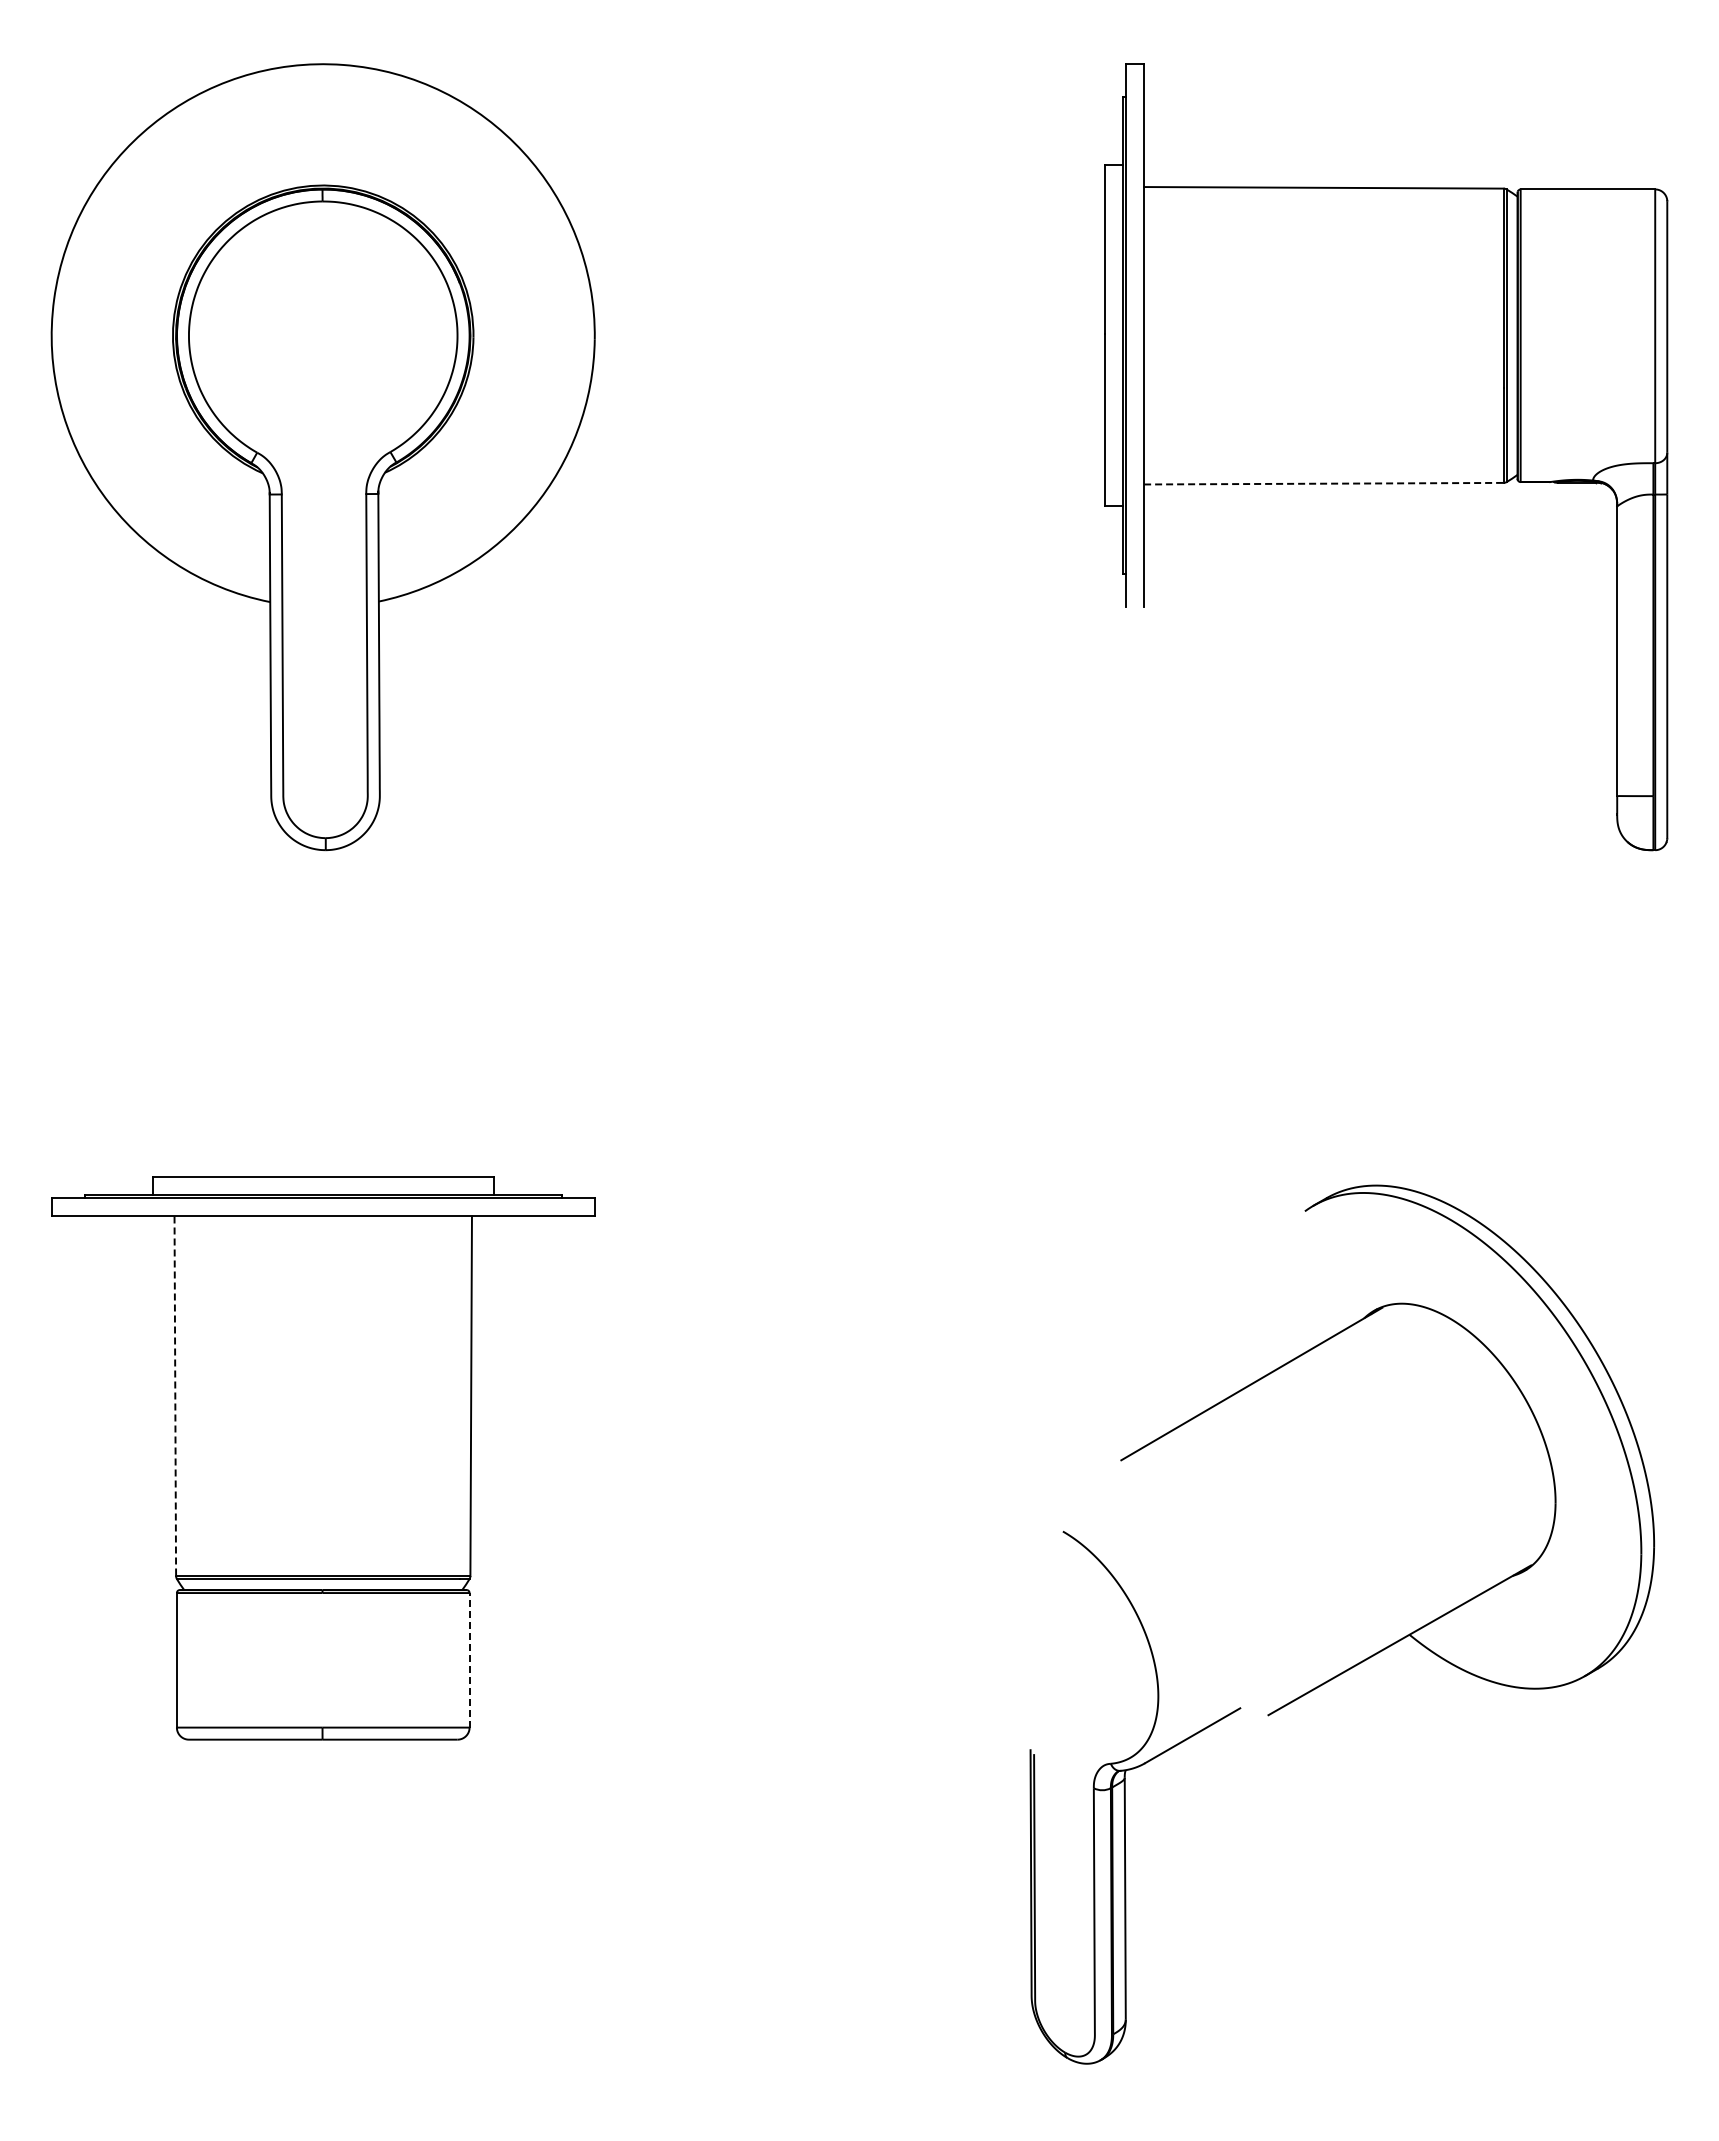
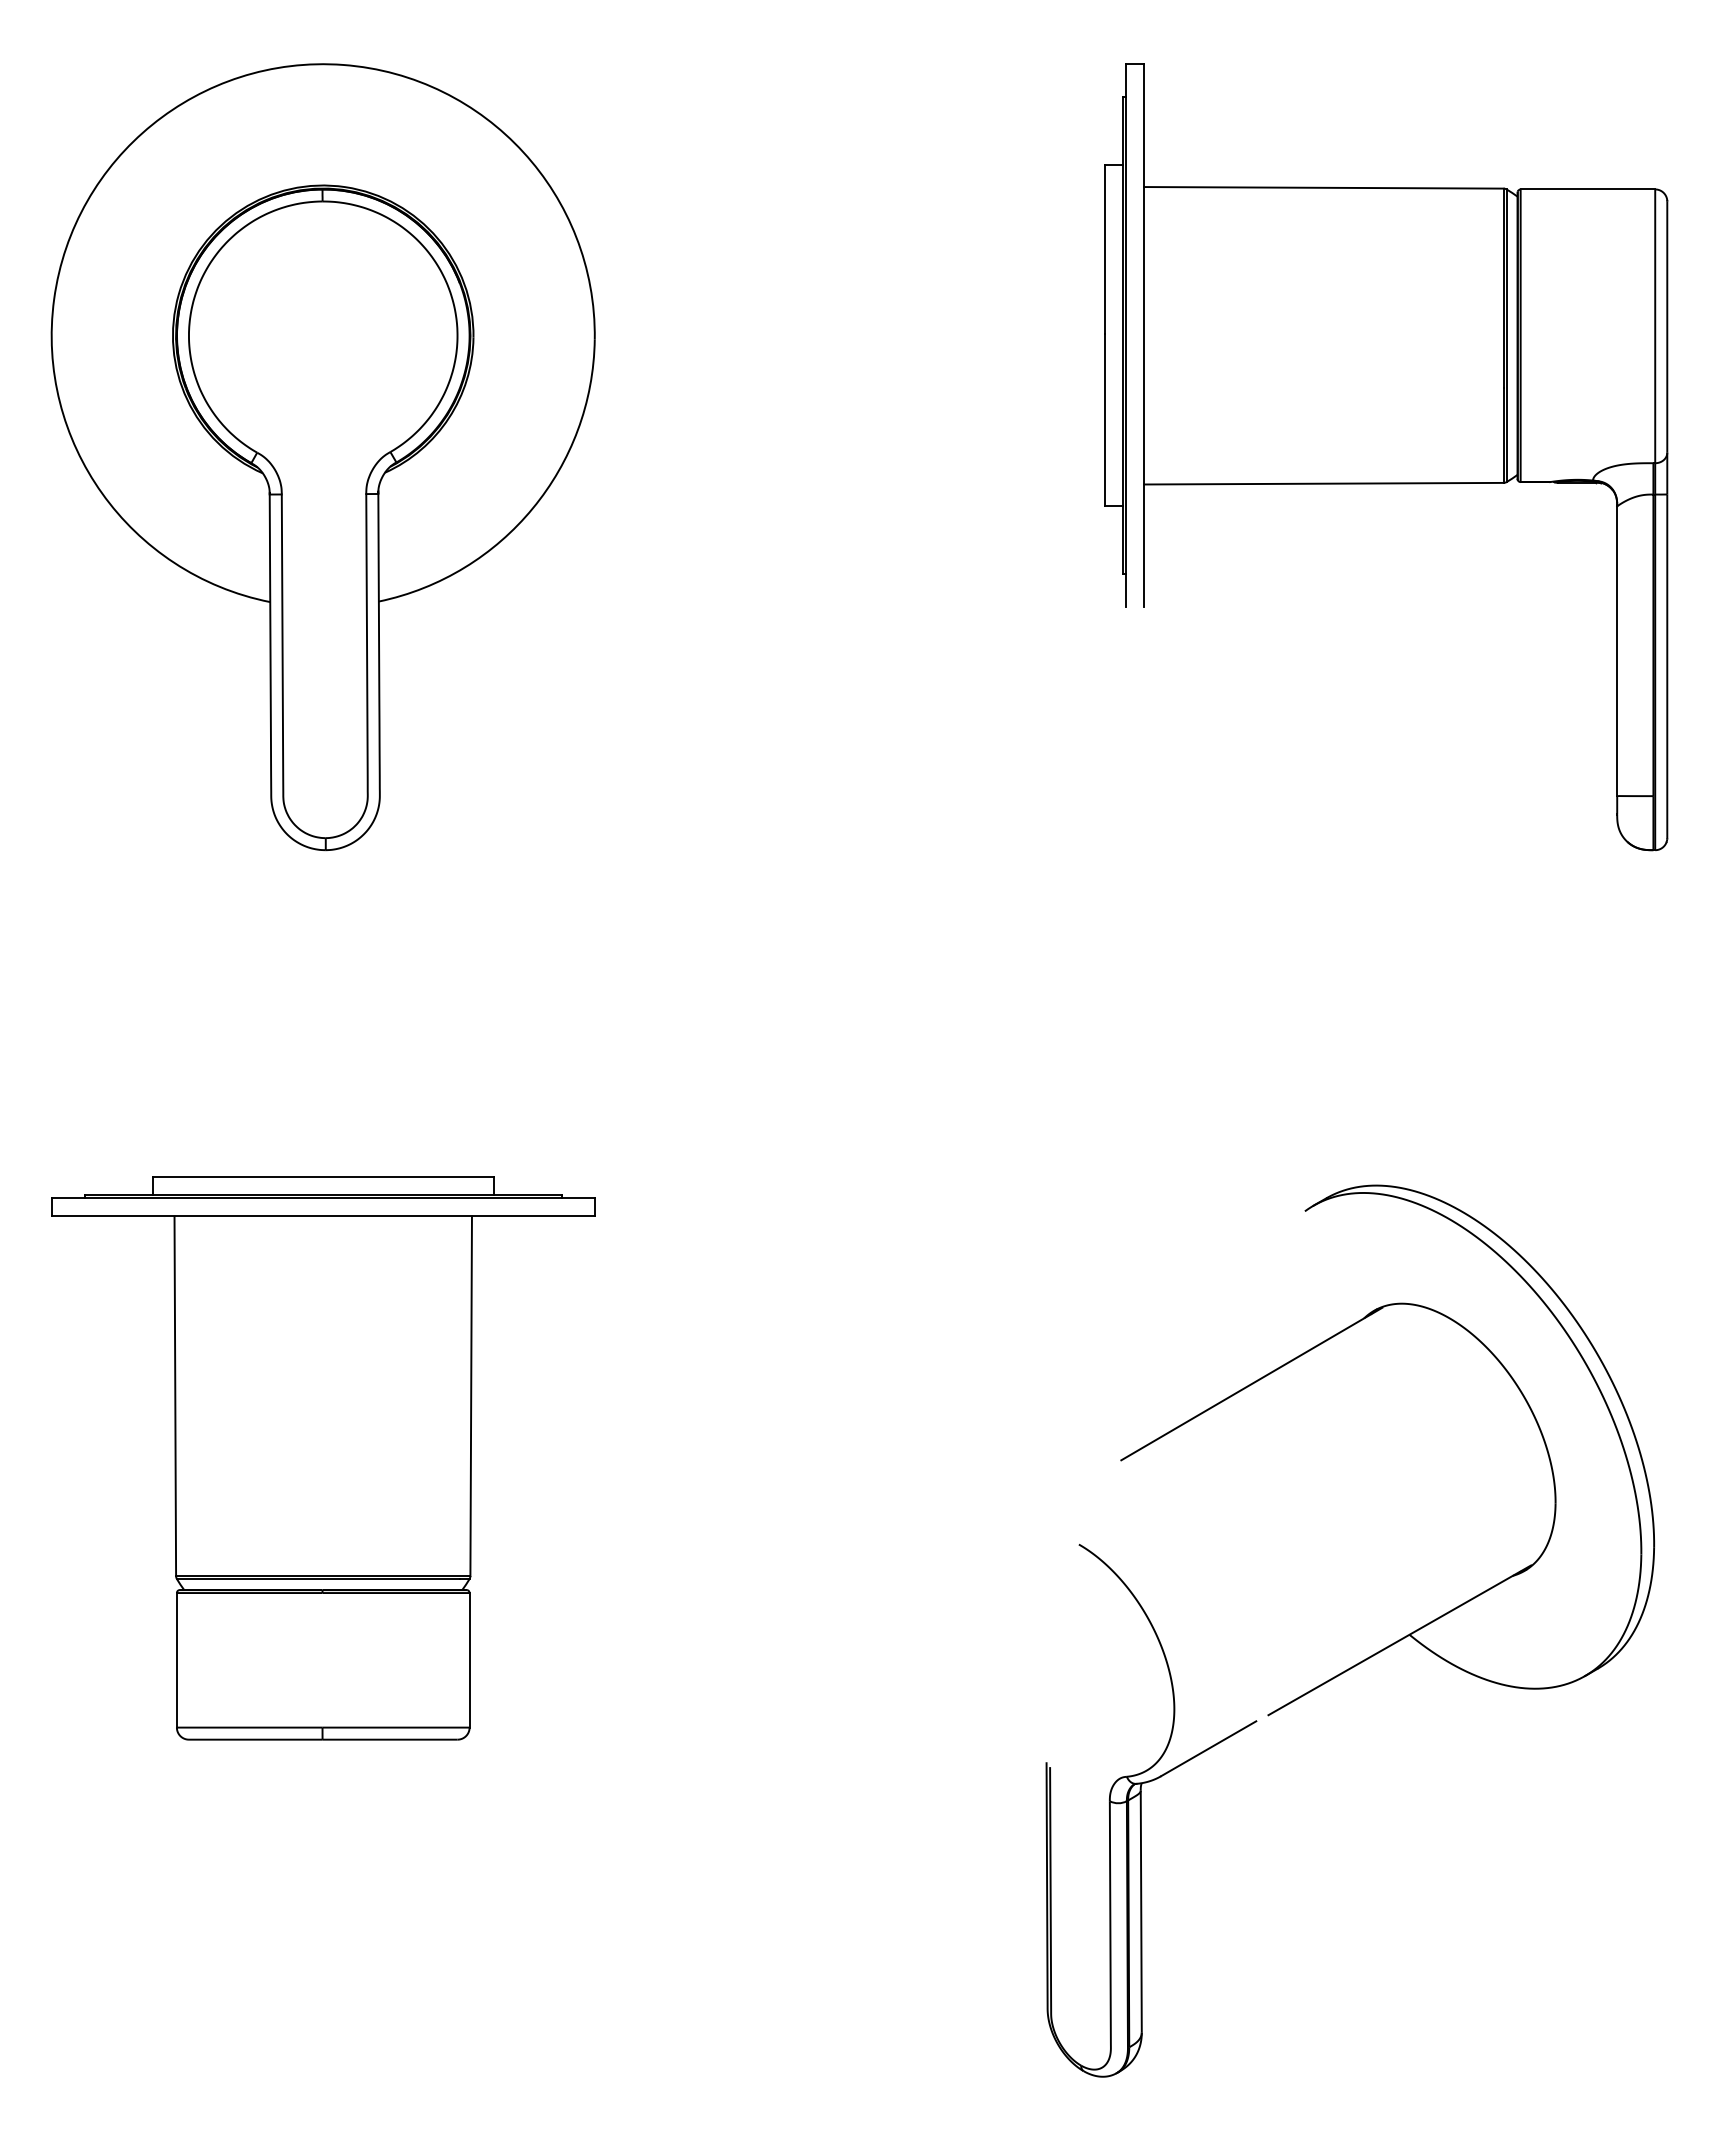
line at (1323, 483): dashed -> solid
line at (175, 1396): dashed -> solid
line at (469, 1659): dashed -> solid
part at (1125, 1797) position: (1125, 1797) -> (1141, 1810)
